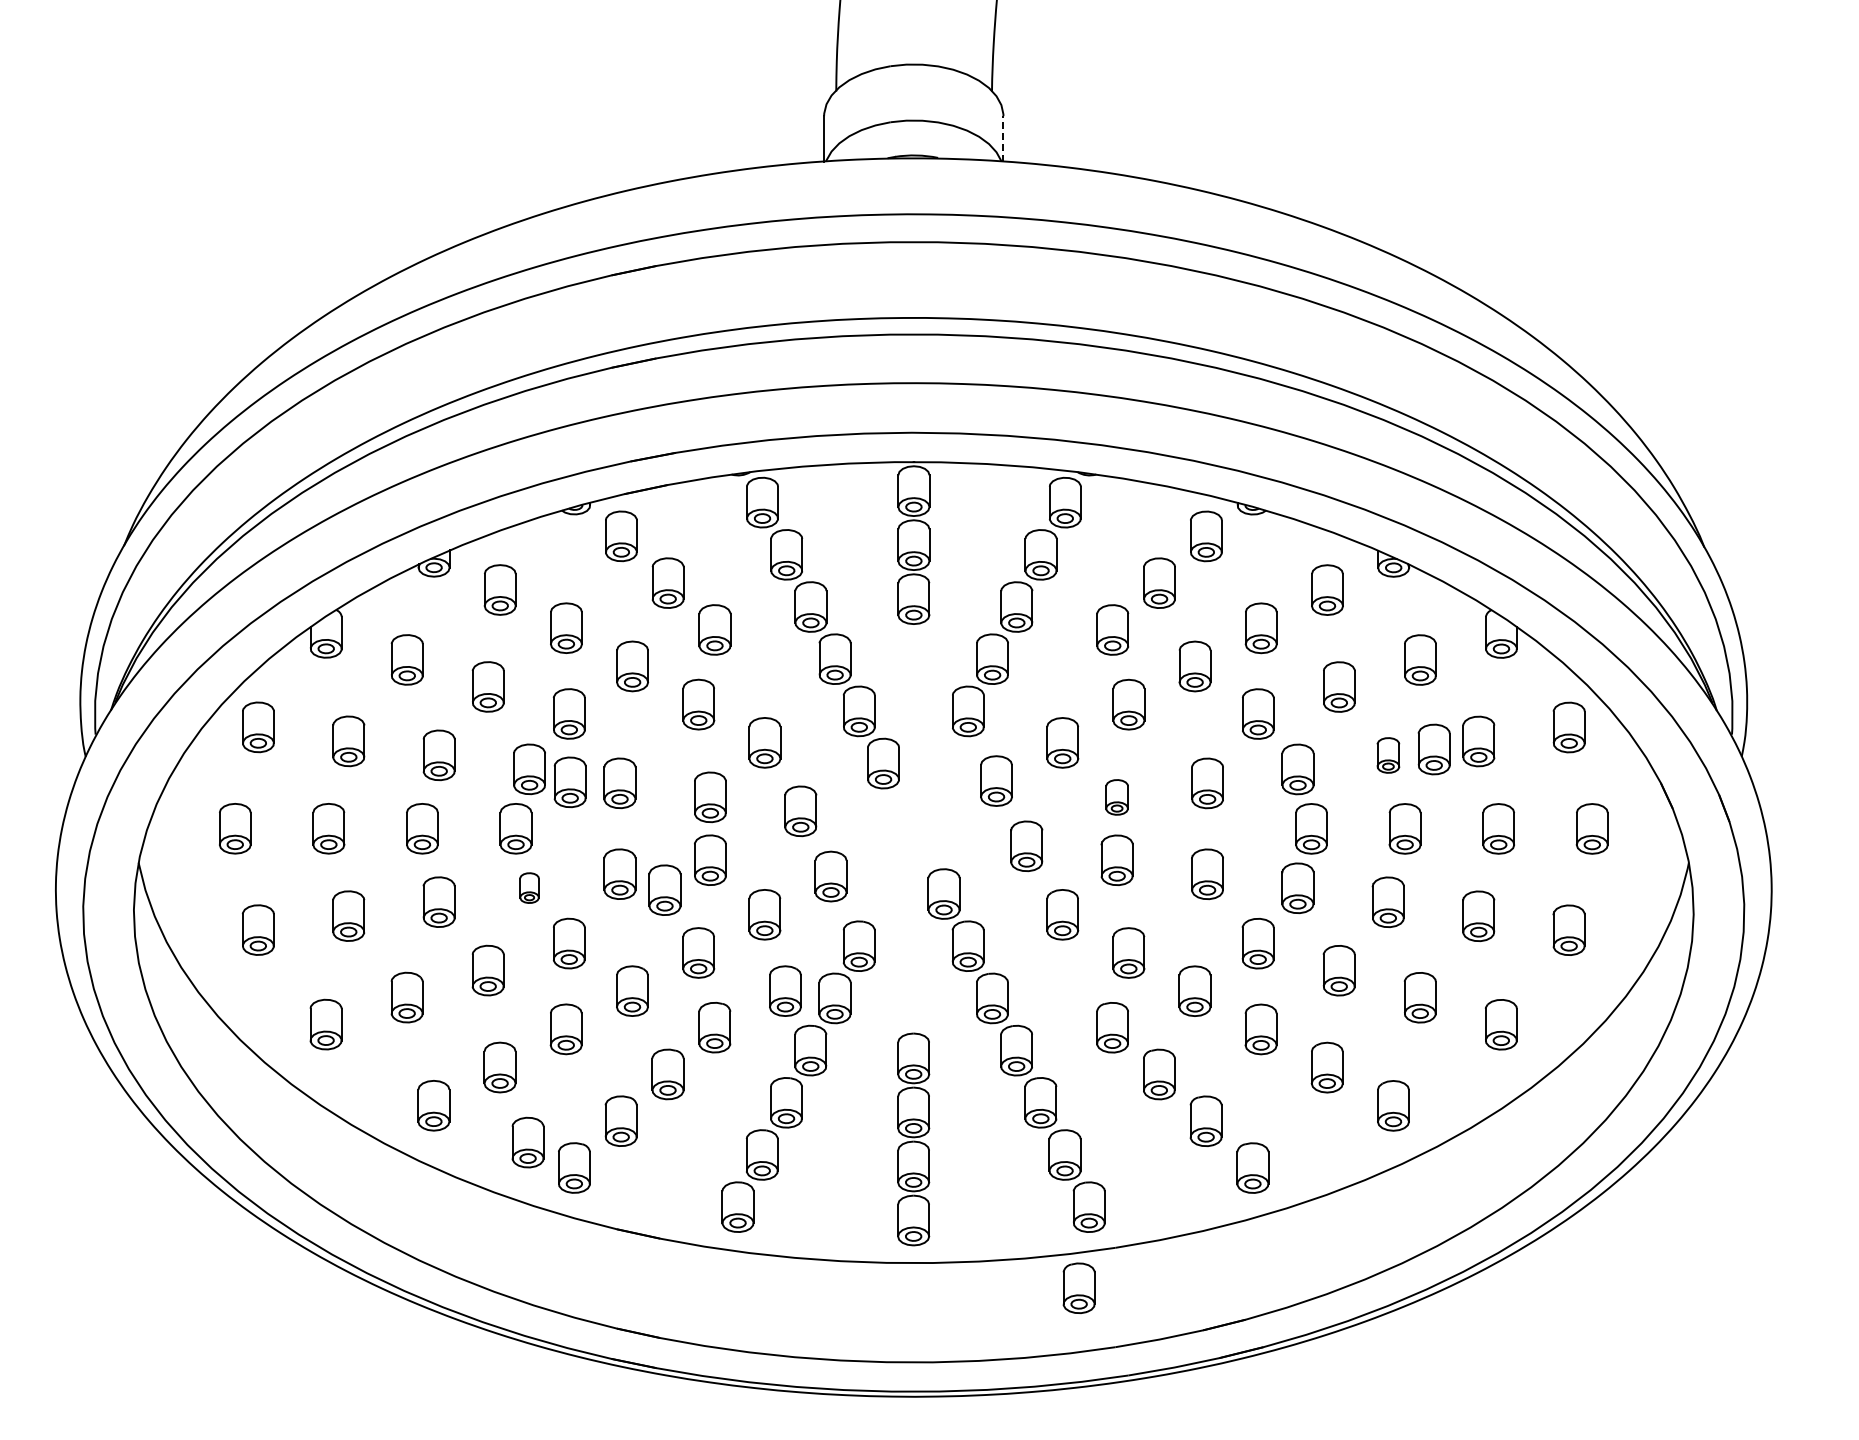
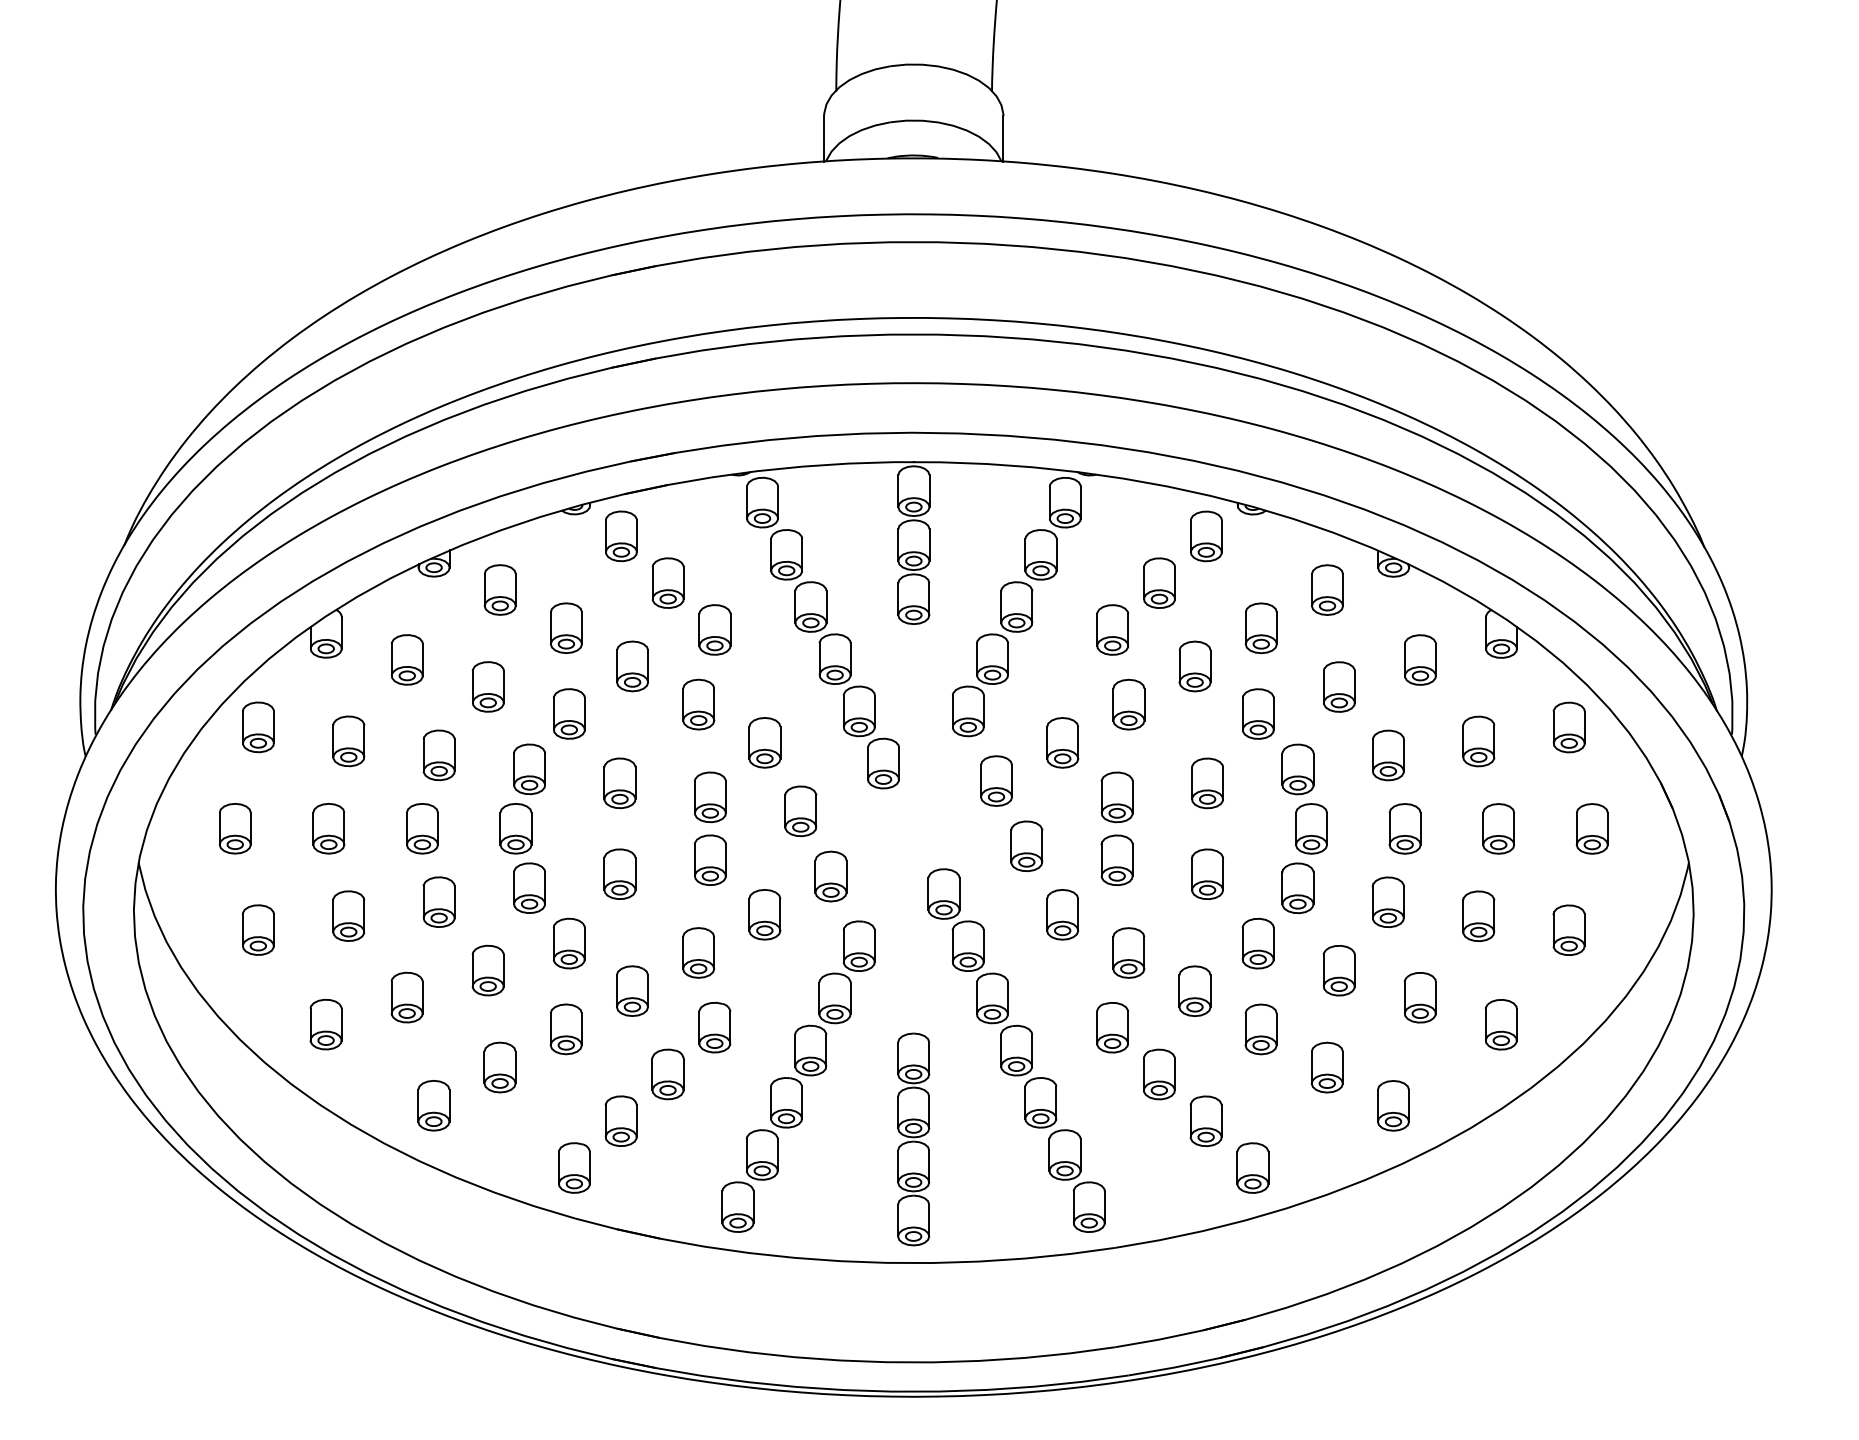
line at (1003, 138): dashed -> solid
part at (1433, 749): present -> none
part at (1388, 755) size: 25x37 px -> 33x53 px
part at (569, 782): present -> none
part at (1116, 797) size: 24x37 px -> 34x53 px
part at (529, 887) size: 21x32 px -> 33x52 px
part at (664, 889): present -> none
part at (785, 990): present -> none
part at (527, 1142): present -> none
part at (1078, 1287): present -> none
